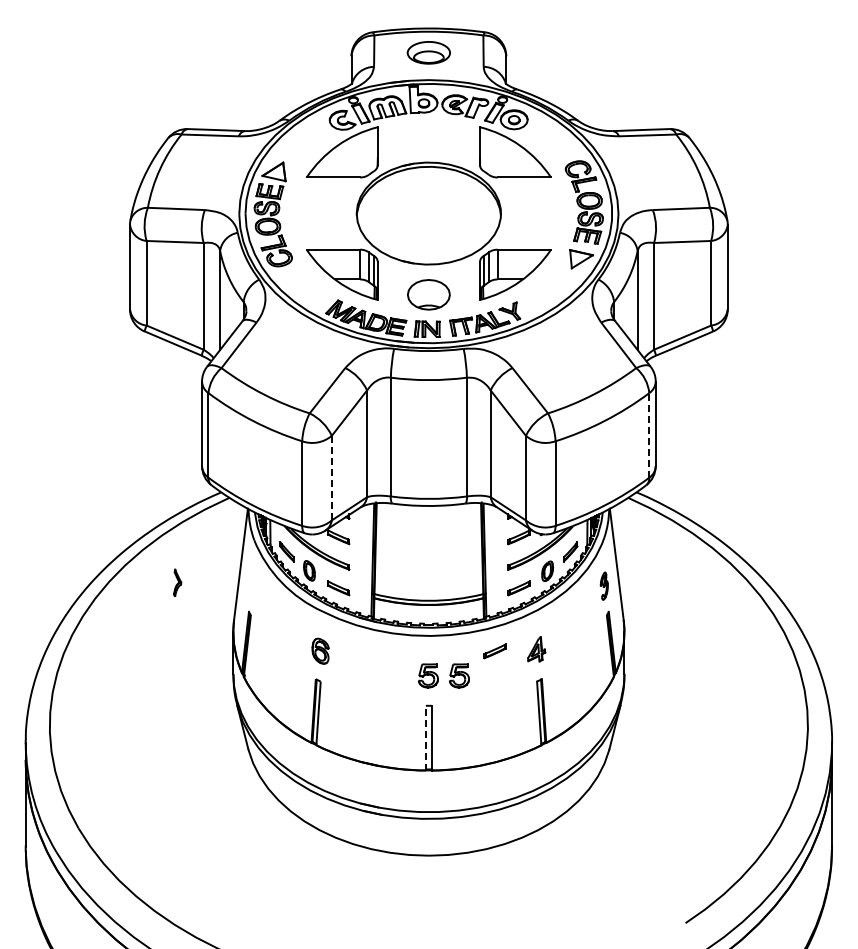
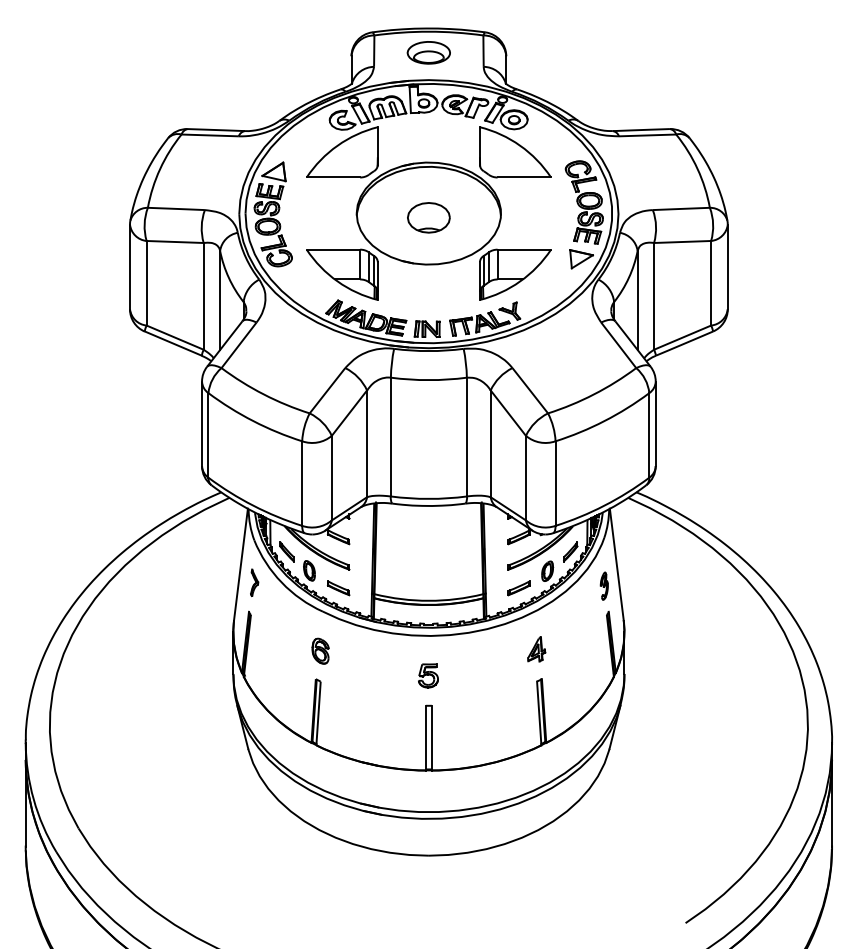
part at (428, 294) position: (428, 294) -> (428, 217)
line at (649, 434): dashed -> solid
line at (331, 478): dashed -> solid
part at (177, 582) position: (177, 582) -> (254, 582)
part at (494, 651): present -> none
part at (459, 675): present -> none
line at (425, 737): dashed -> solid
